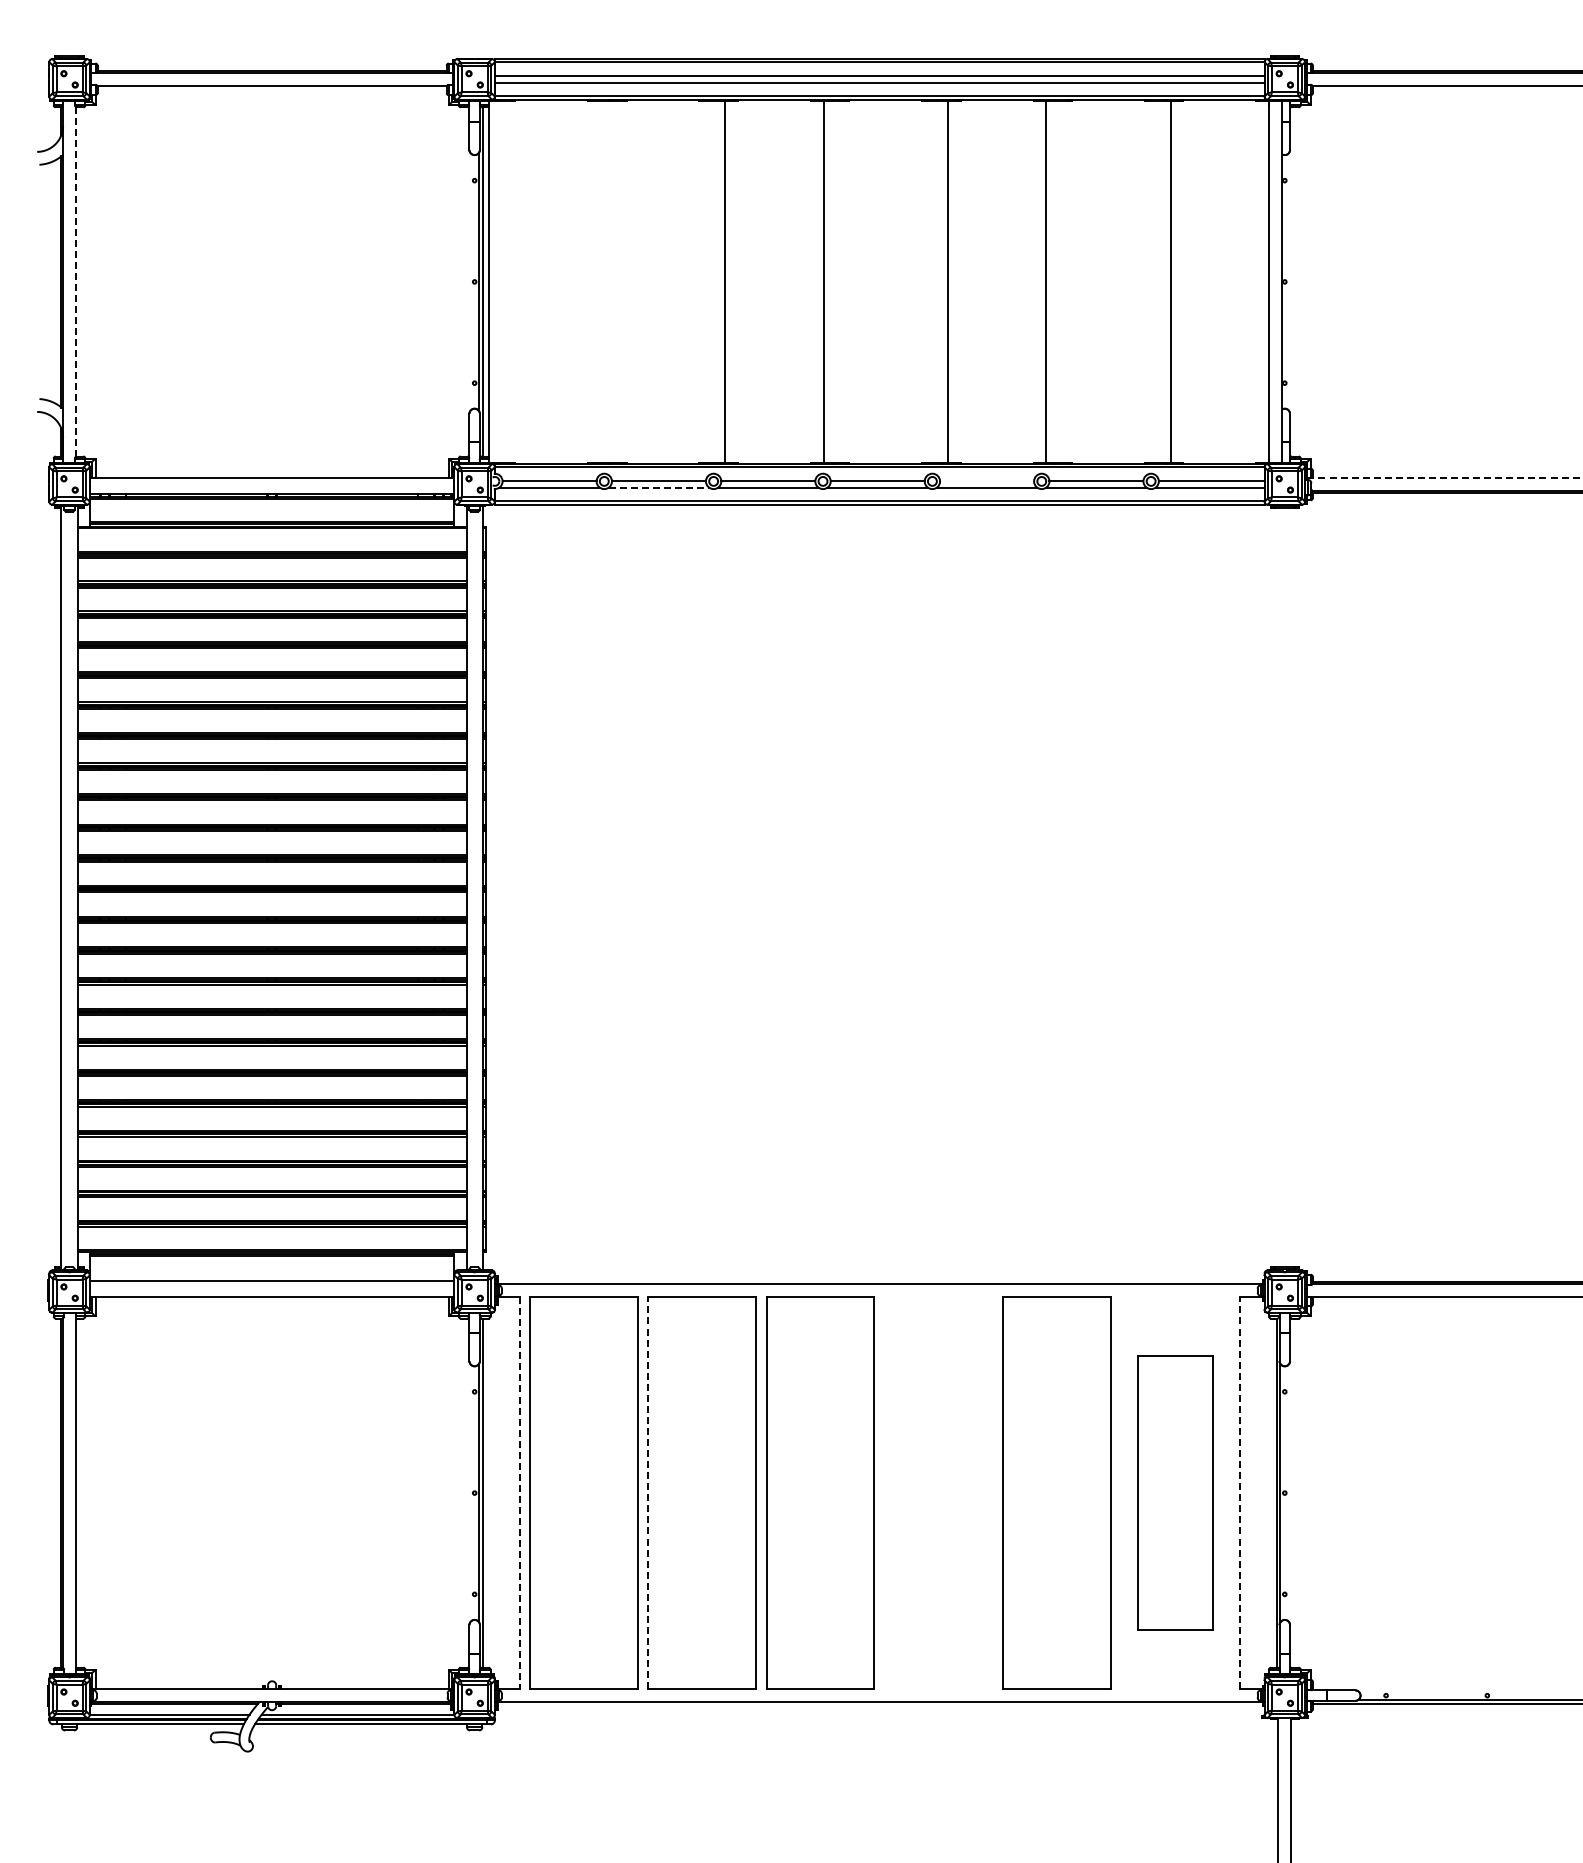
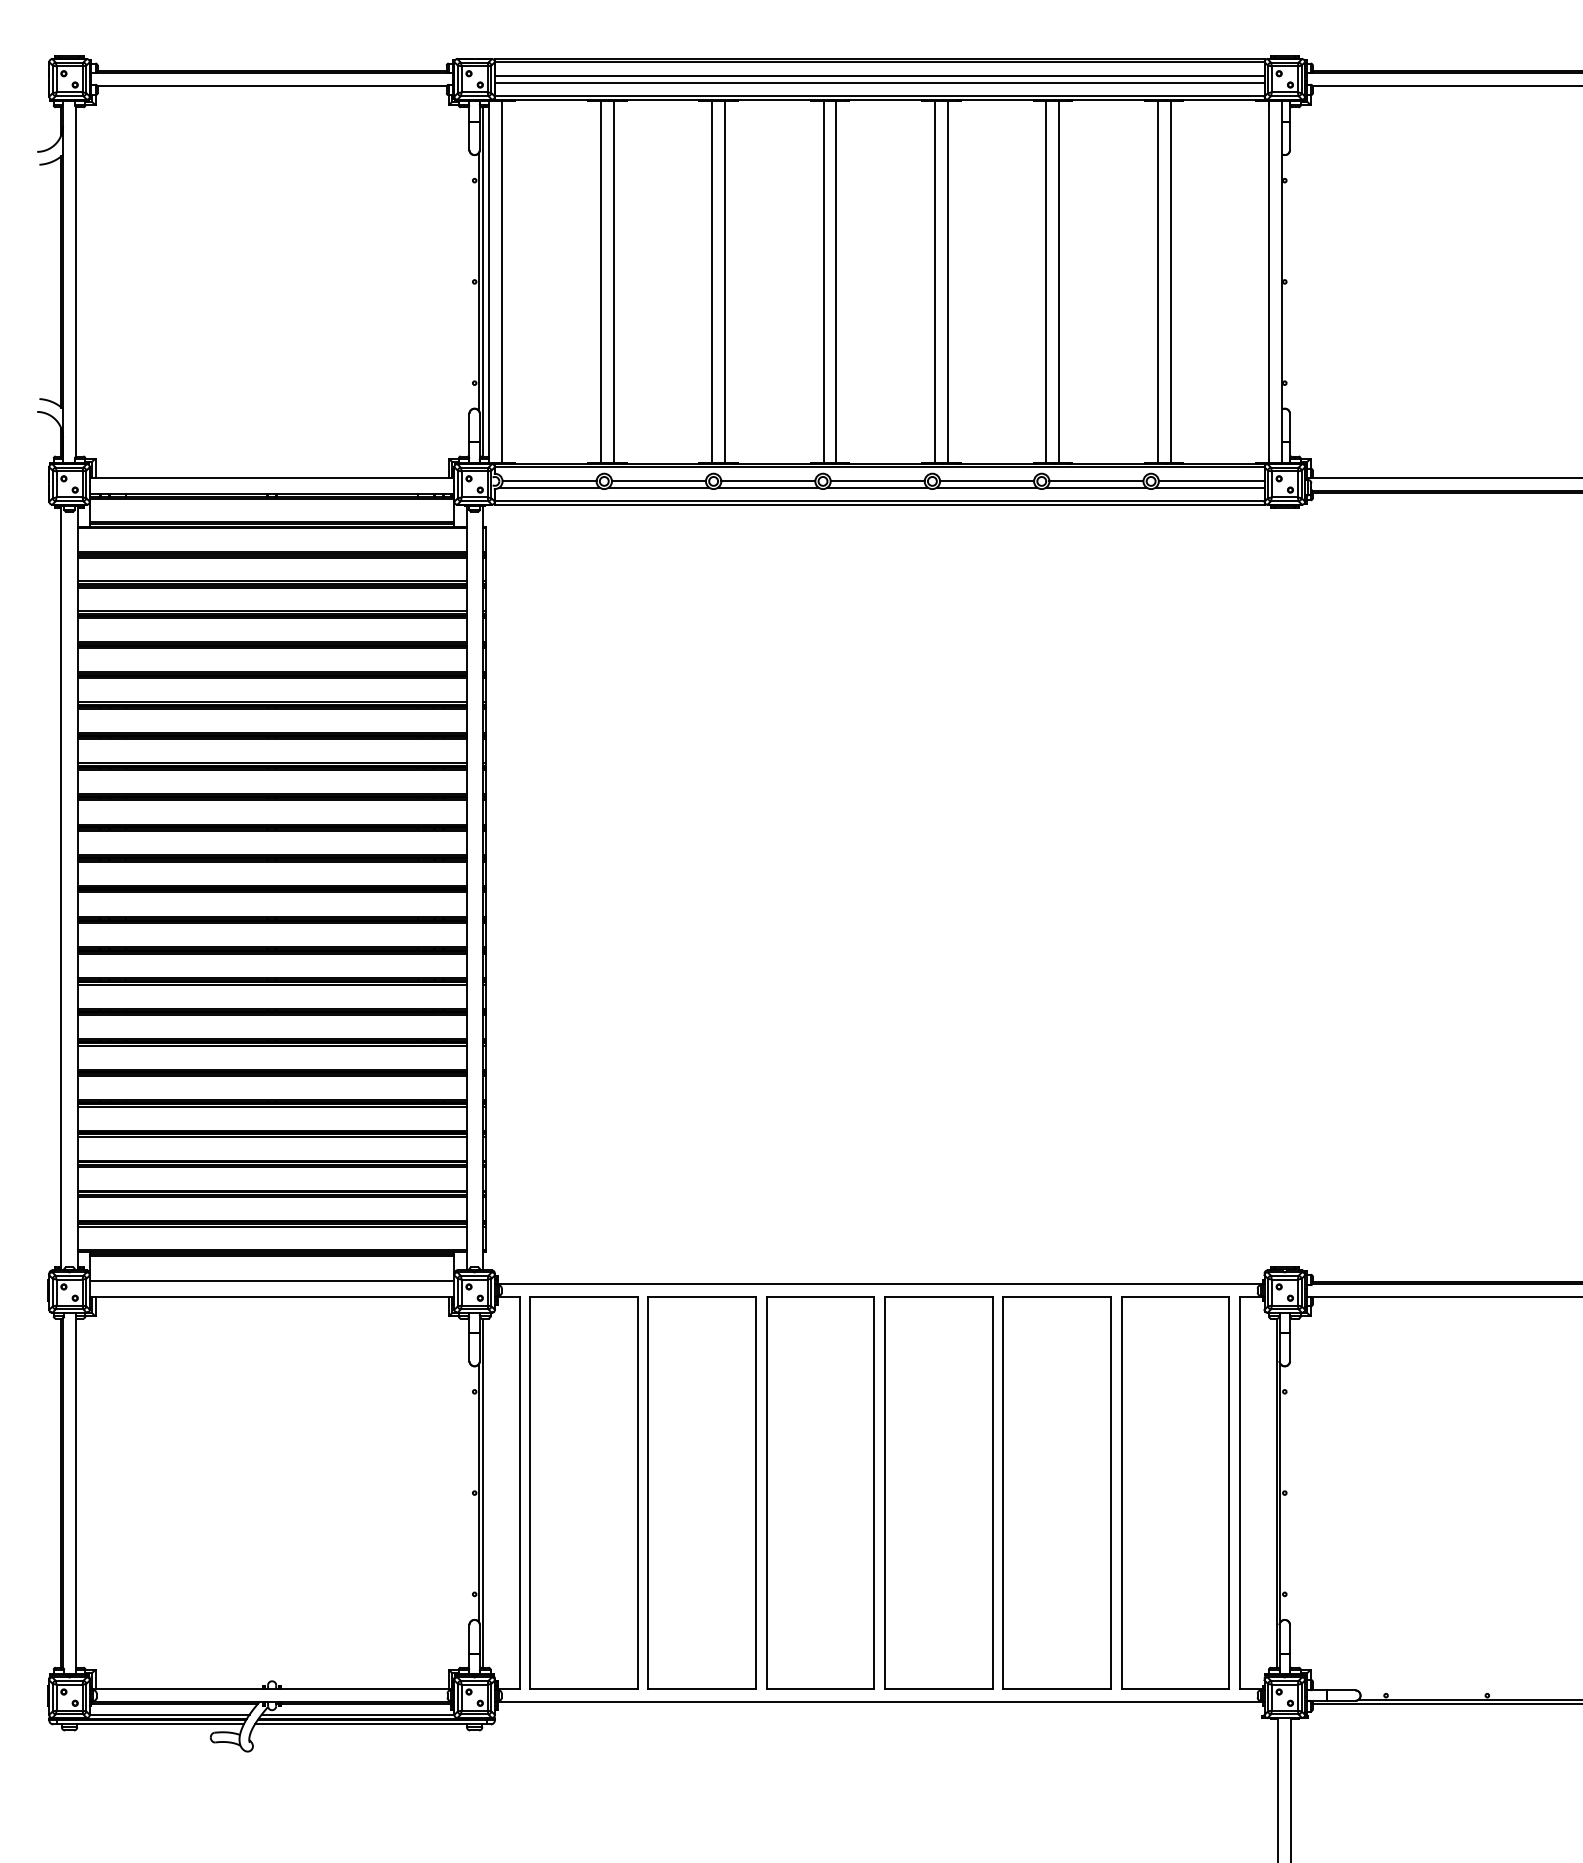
line at (76, 281): dashed -> solid
line at (502, 281): none -> present
line at (600, 281): none -> present
line at (613, 281): none -> present
line at (712, 281): none -> present
line at (836, 281): none -> present
line at (934, 281): none -> present
line at (1059, 281): none -> present
line at (1157, 281): none -> present
line at (1444, 477): dashed -> solid
line at (987, 481): none -> present
line at (659, 487): dashed -> solid
line at (648, 1492): dashed -> solid
part at (938, 1492): none -> present
part at (1175, 1492) size: 77x276 px -> 109x394 px
line at (1239, 1492): dashed -> solid
line at (519, 1493): dashed -> solid
